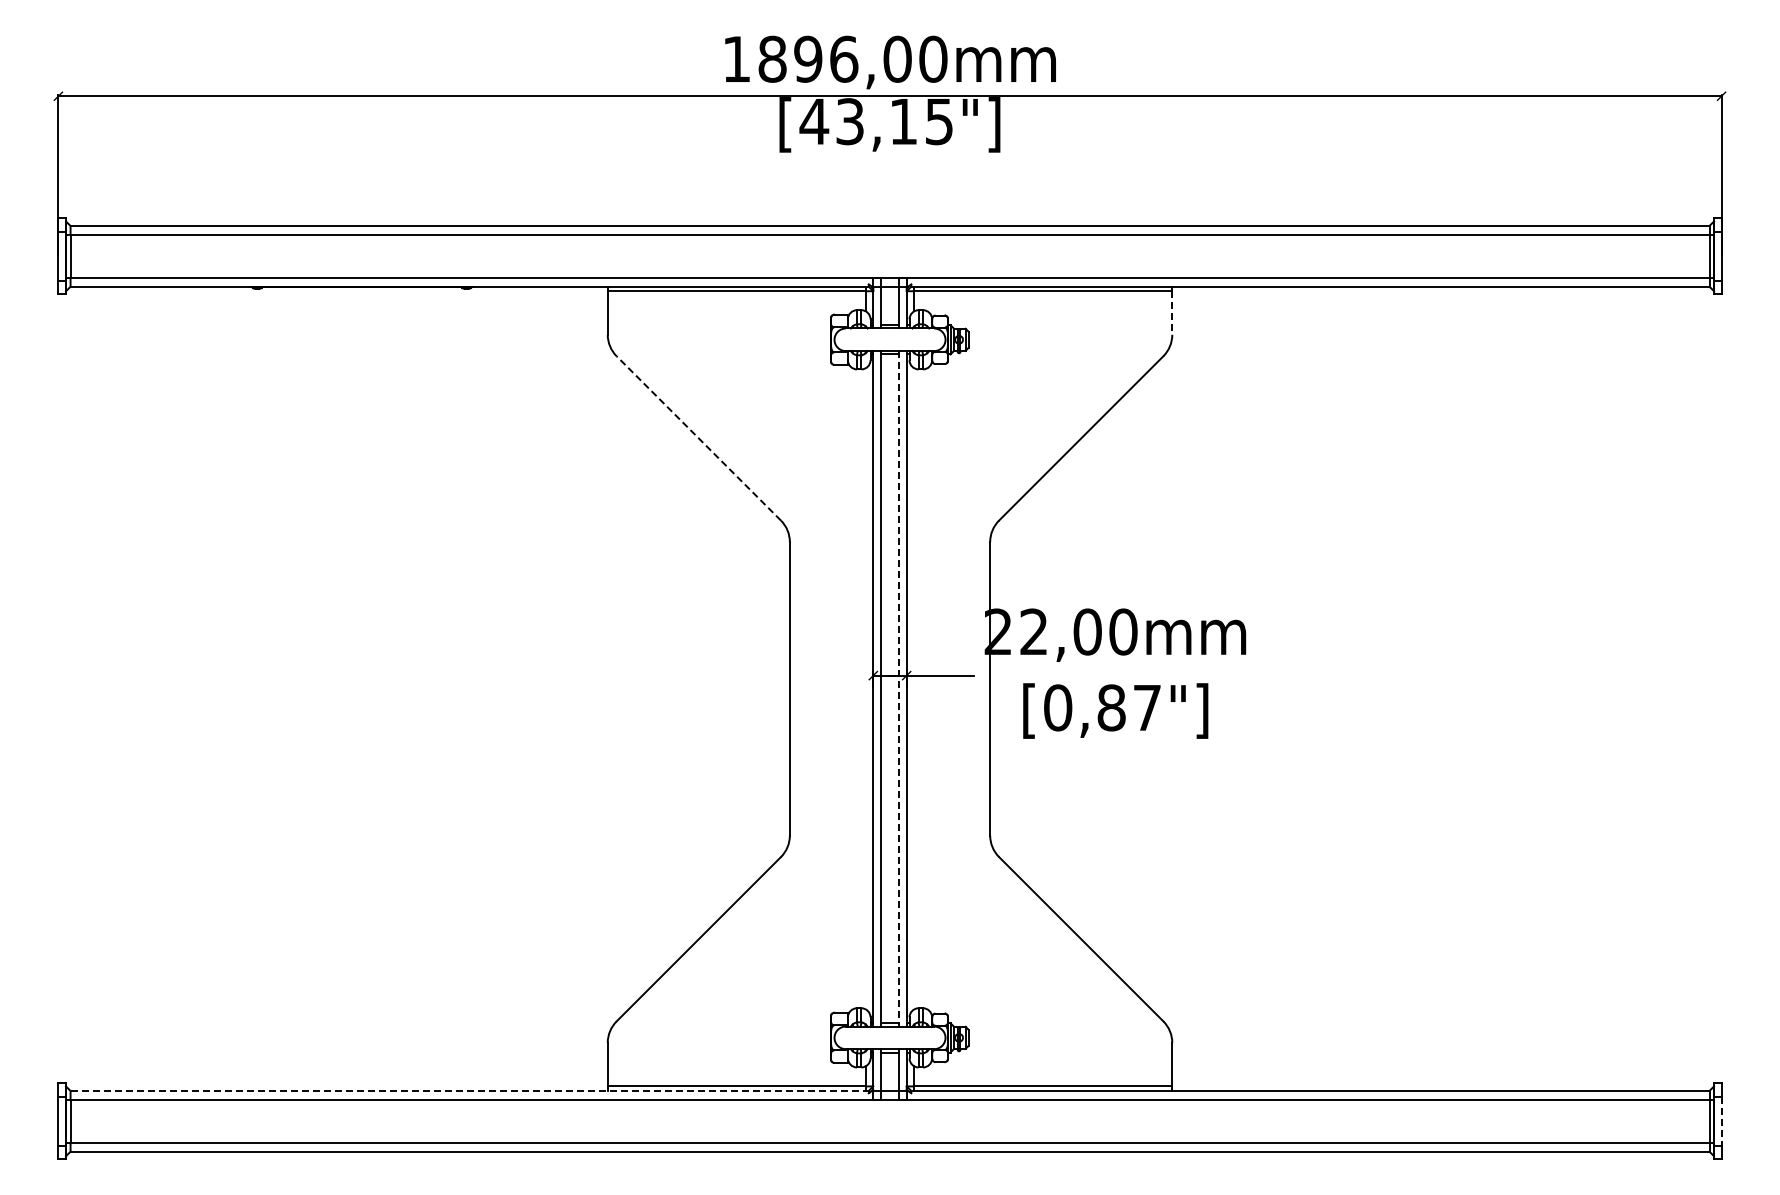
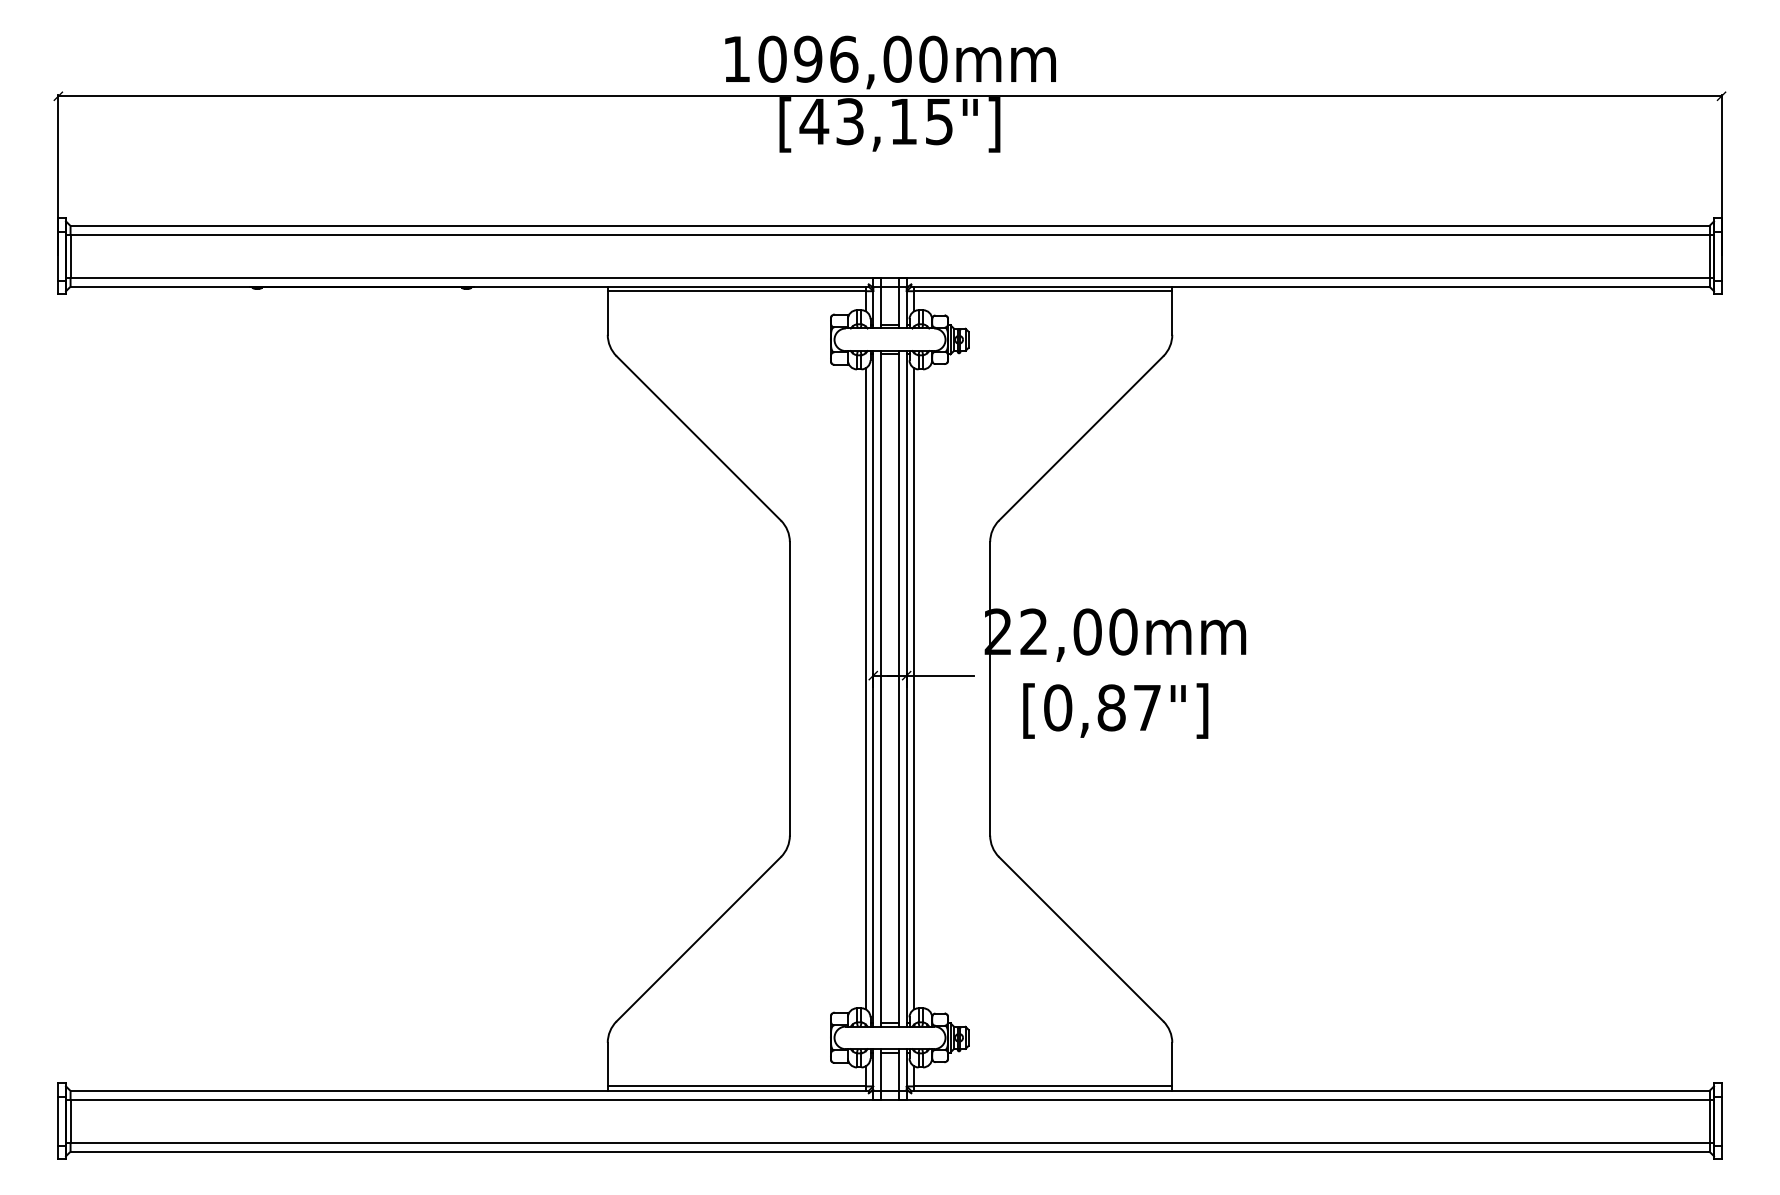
text at (772, 59): 1896,00mm -> 1096,00mm
line at (1172, 313): dashed -> solid
line at (698, 438): dashed -> solid
line at (865, 688): none -> present
line at (899, 688): dashed -> solid
line at (914, 688): none -> present
line at (470, 1090): dashed -> solid
line at (1721, 1121): dashed -> solid
